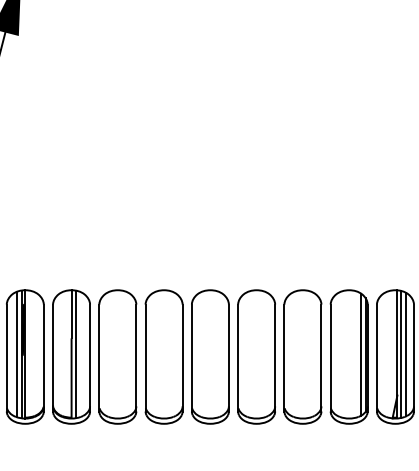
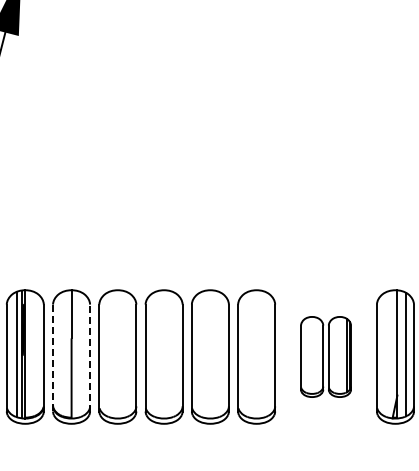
line at (76, 354): present -> none
line at (401, 354): present -> none
part at (325, 356) size: 86x136 px -> 52x82 px
line at (90, 357): solid -> dashed
line at (53, 358): solid -> dashed
